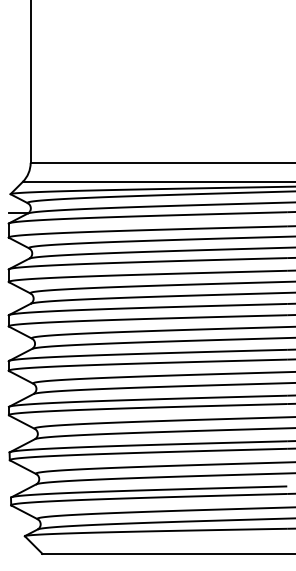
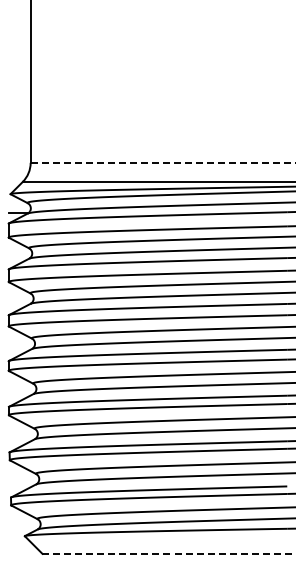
line at (163, 162): solid -> dashed
line at (169, 553): solid -> dashed
